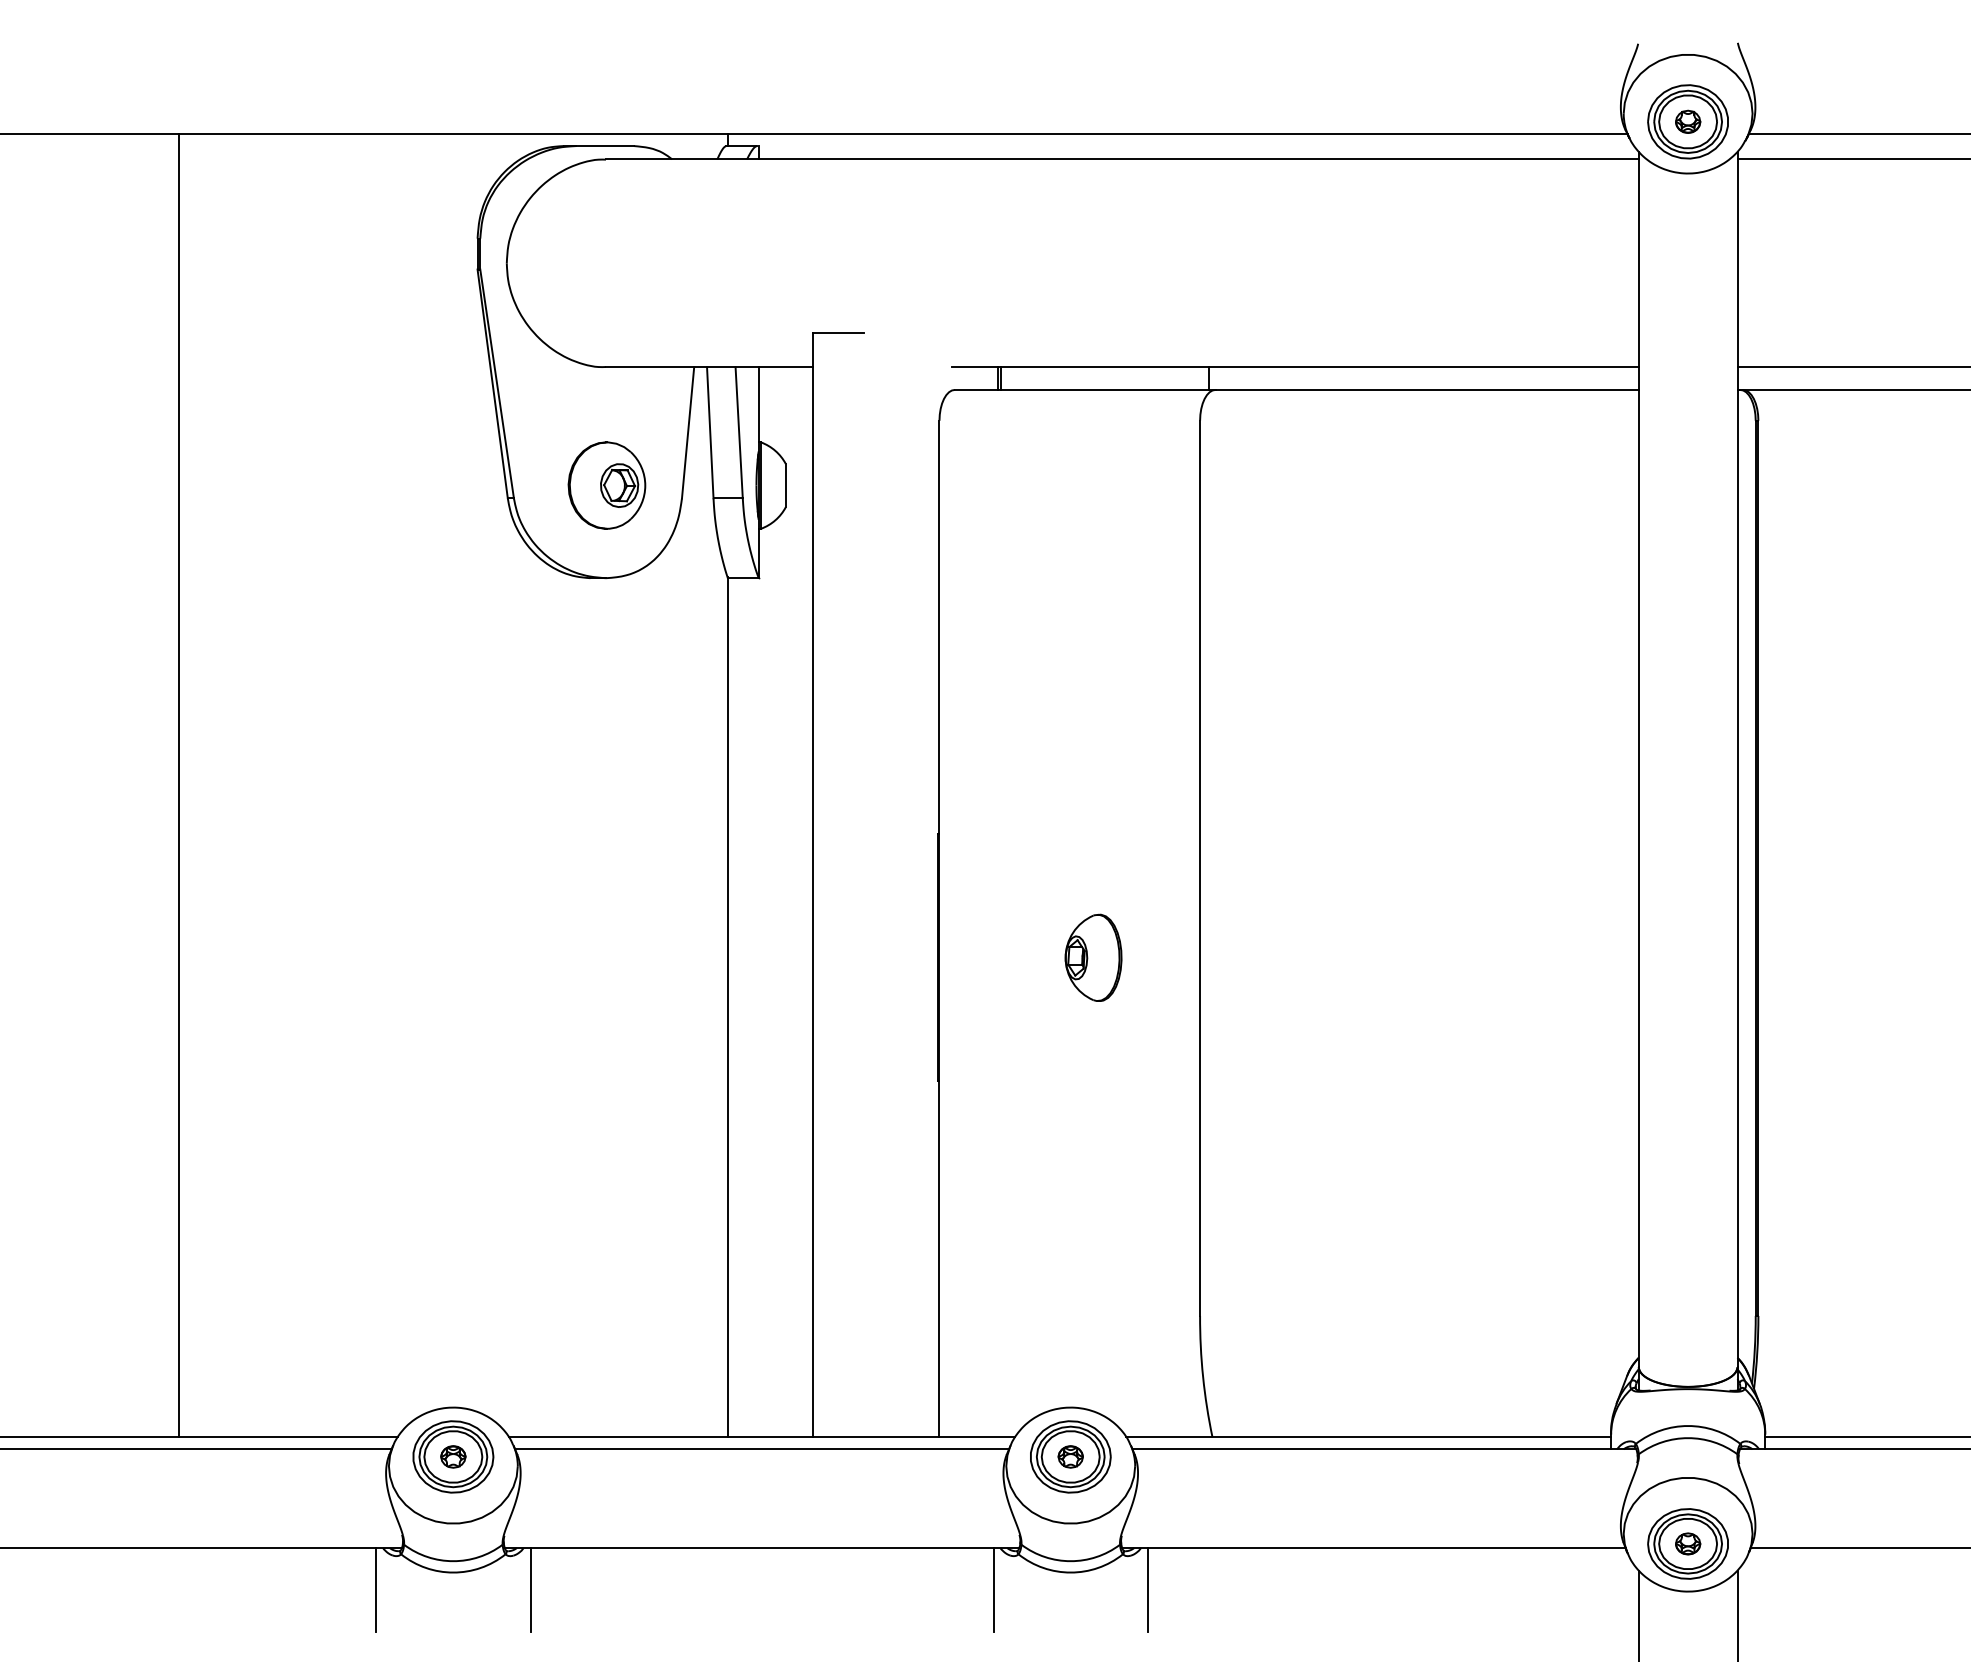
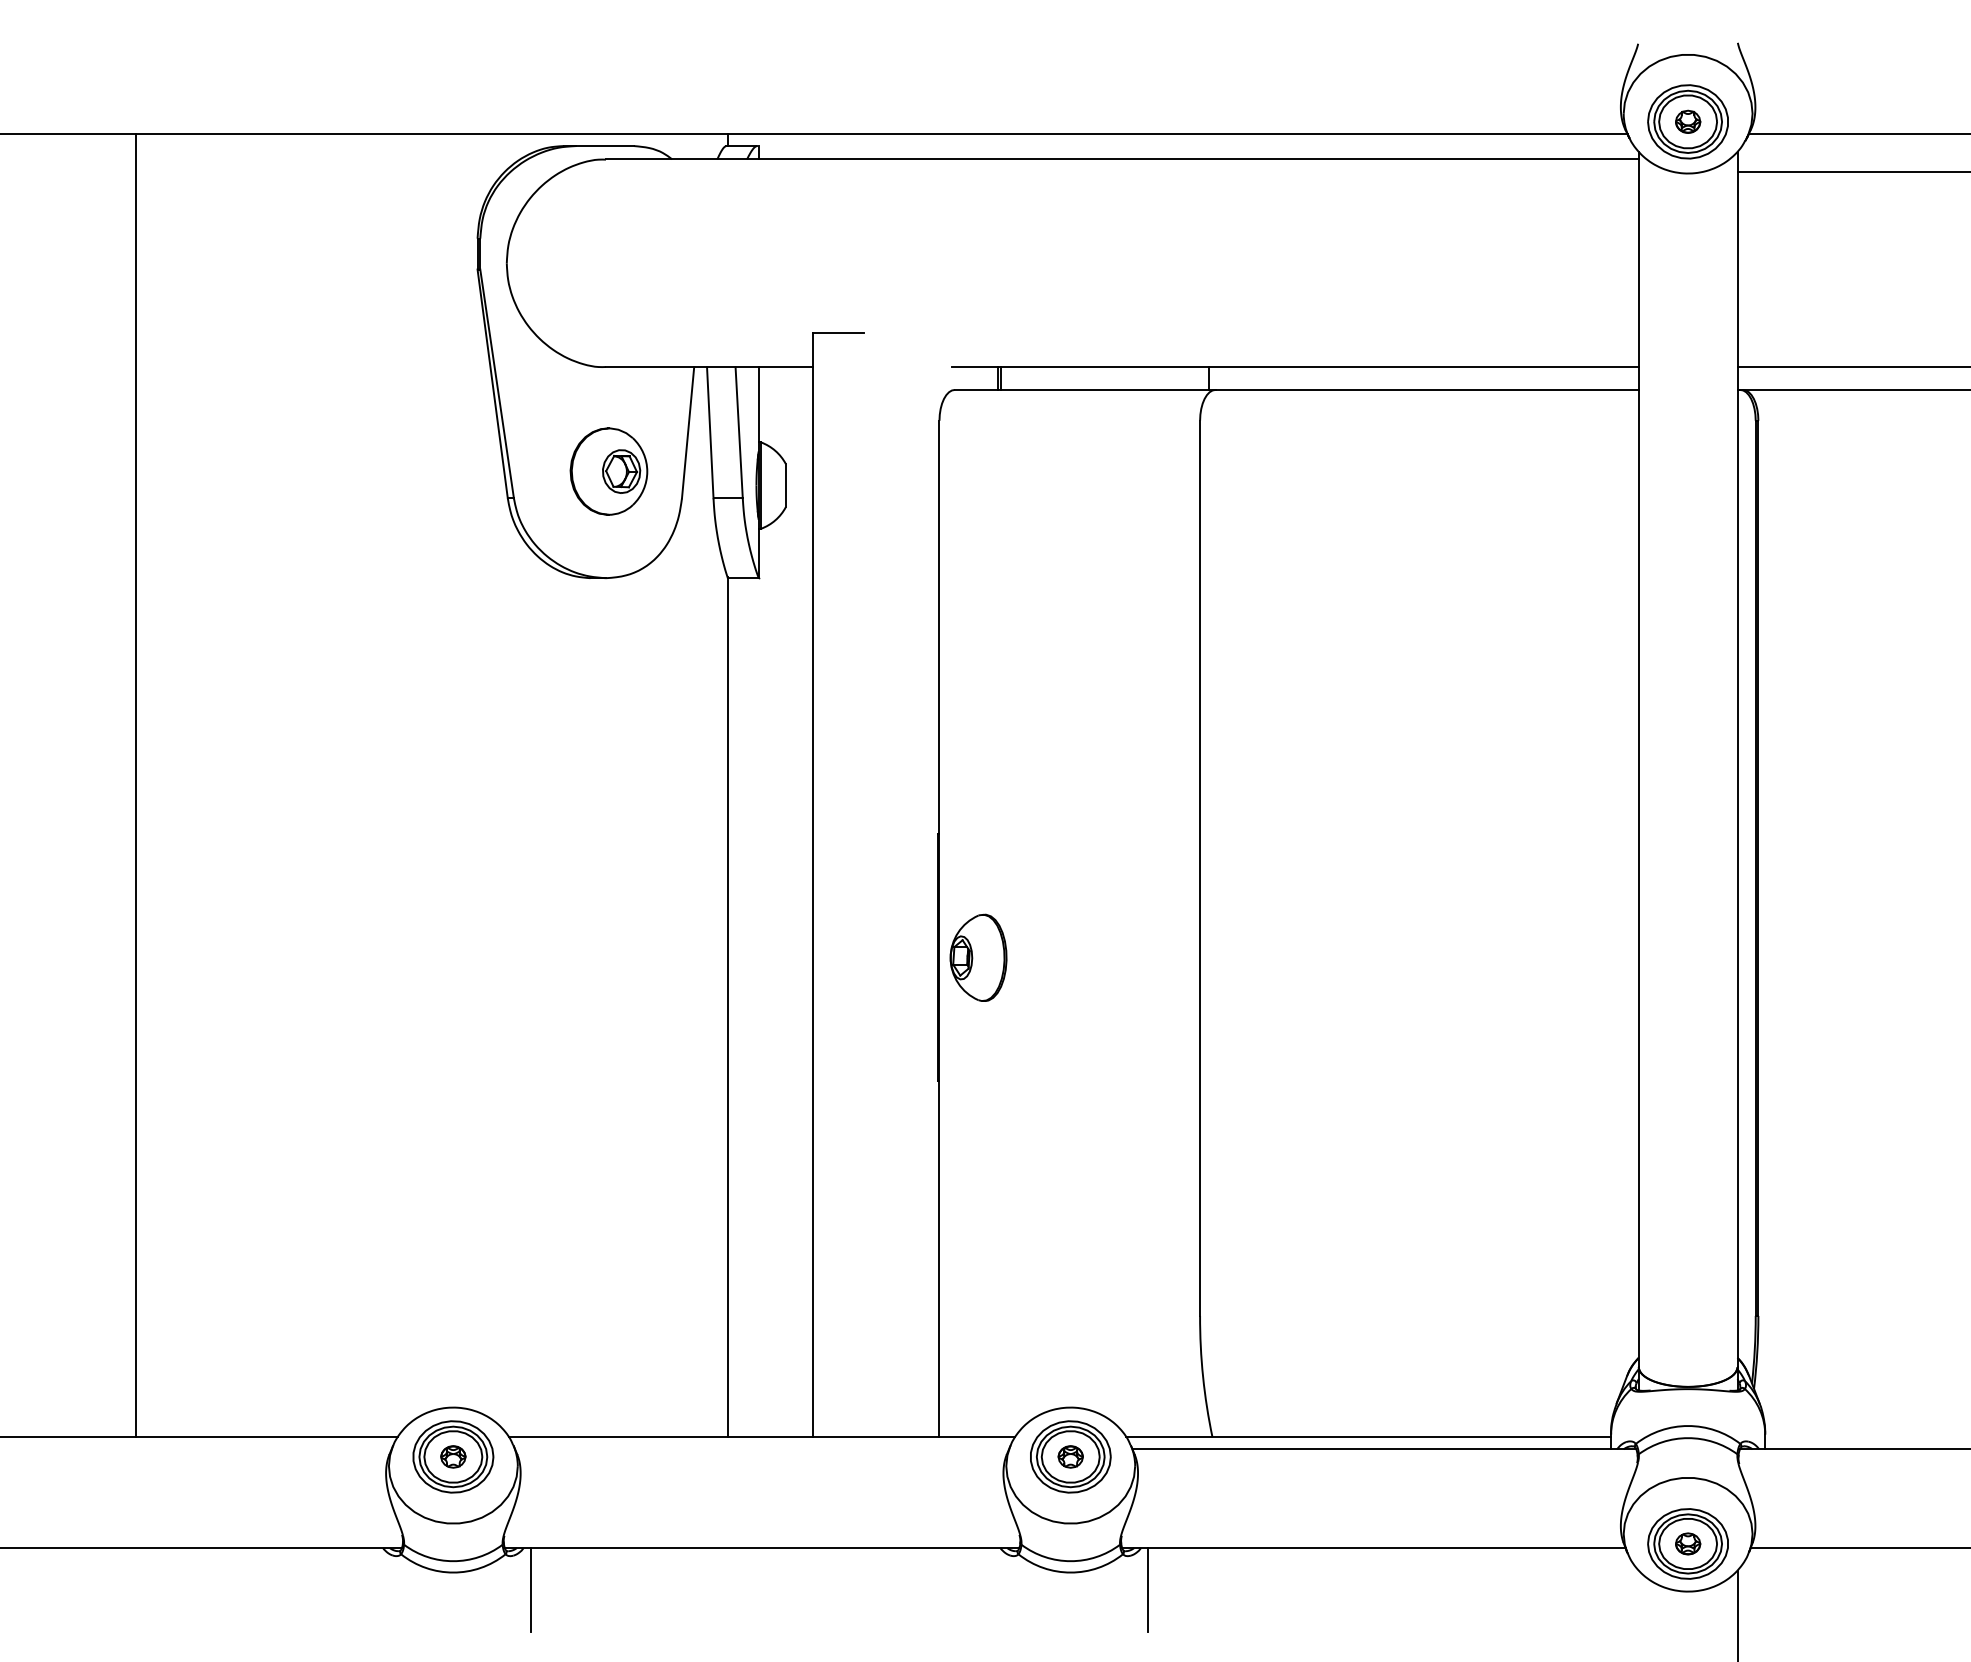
line at (1852, 159) position: (1852, 159) -> (1852, 172)
part at (606, 485) position: (606, 485) -> (608, 471)
line at (178, 785) position: (178, 785) -> (135, 785)
part at (1093, 957) position: (1093, 957) -> (978, 957)
line at (1866, 1437): present -> none
line at (196, 1449): present -> none
line at (762, 1449): present -> none
line at (376, 1590): present -> none
line at (993, 1590): present -> none
line at (1638, 1614): present -> none
